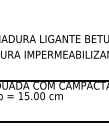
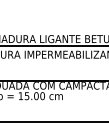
line at (53, 46): none -> present
